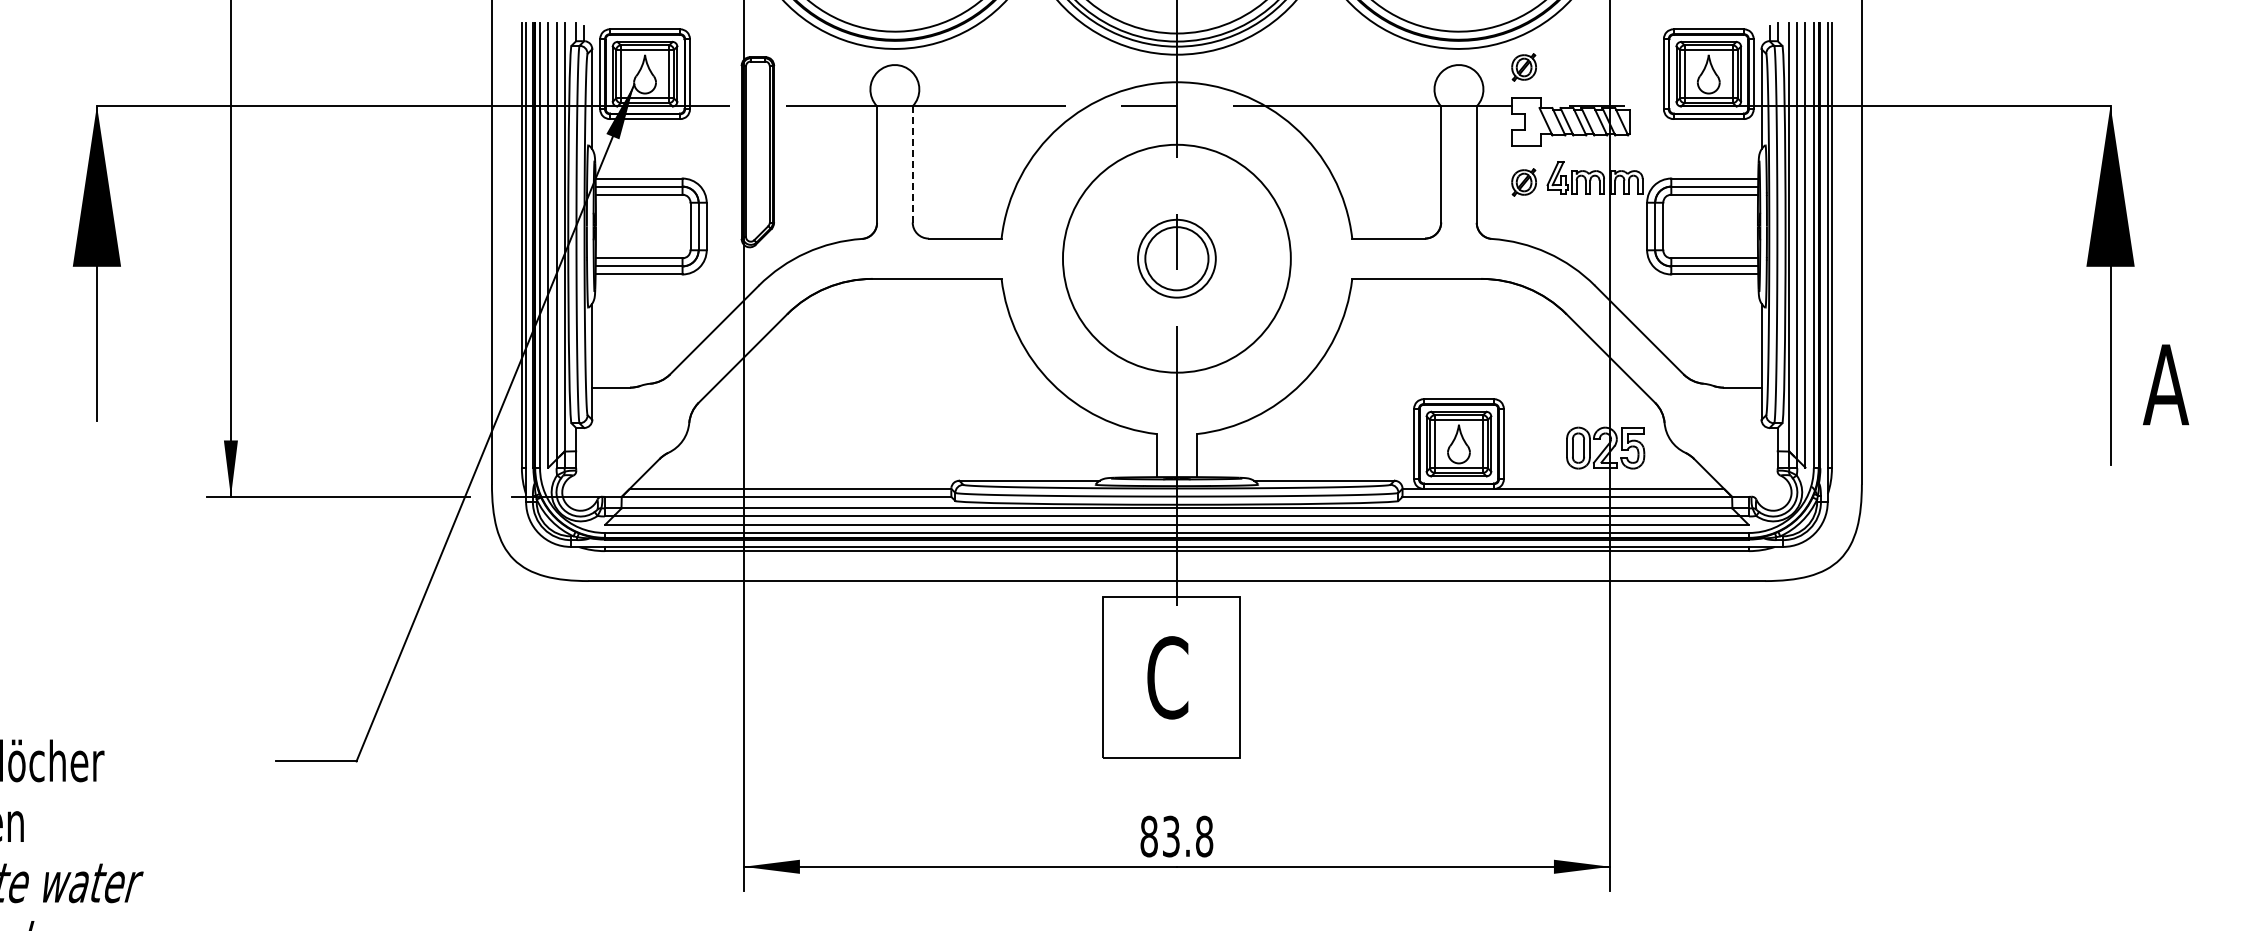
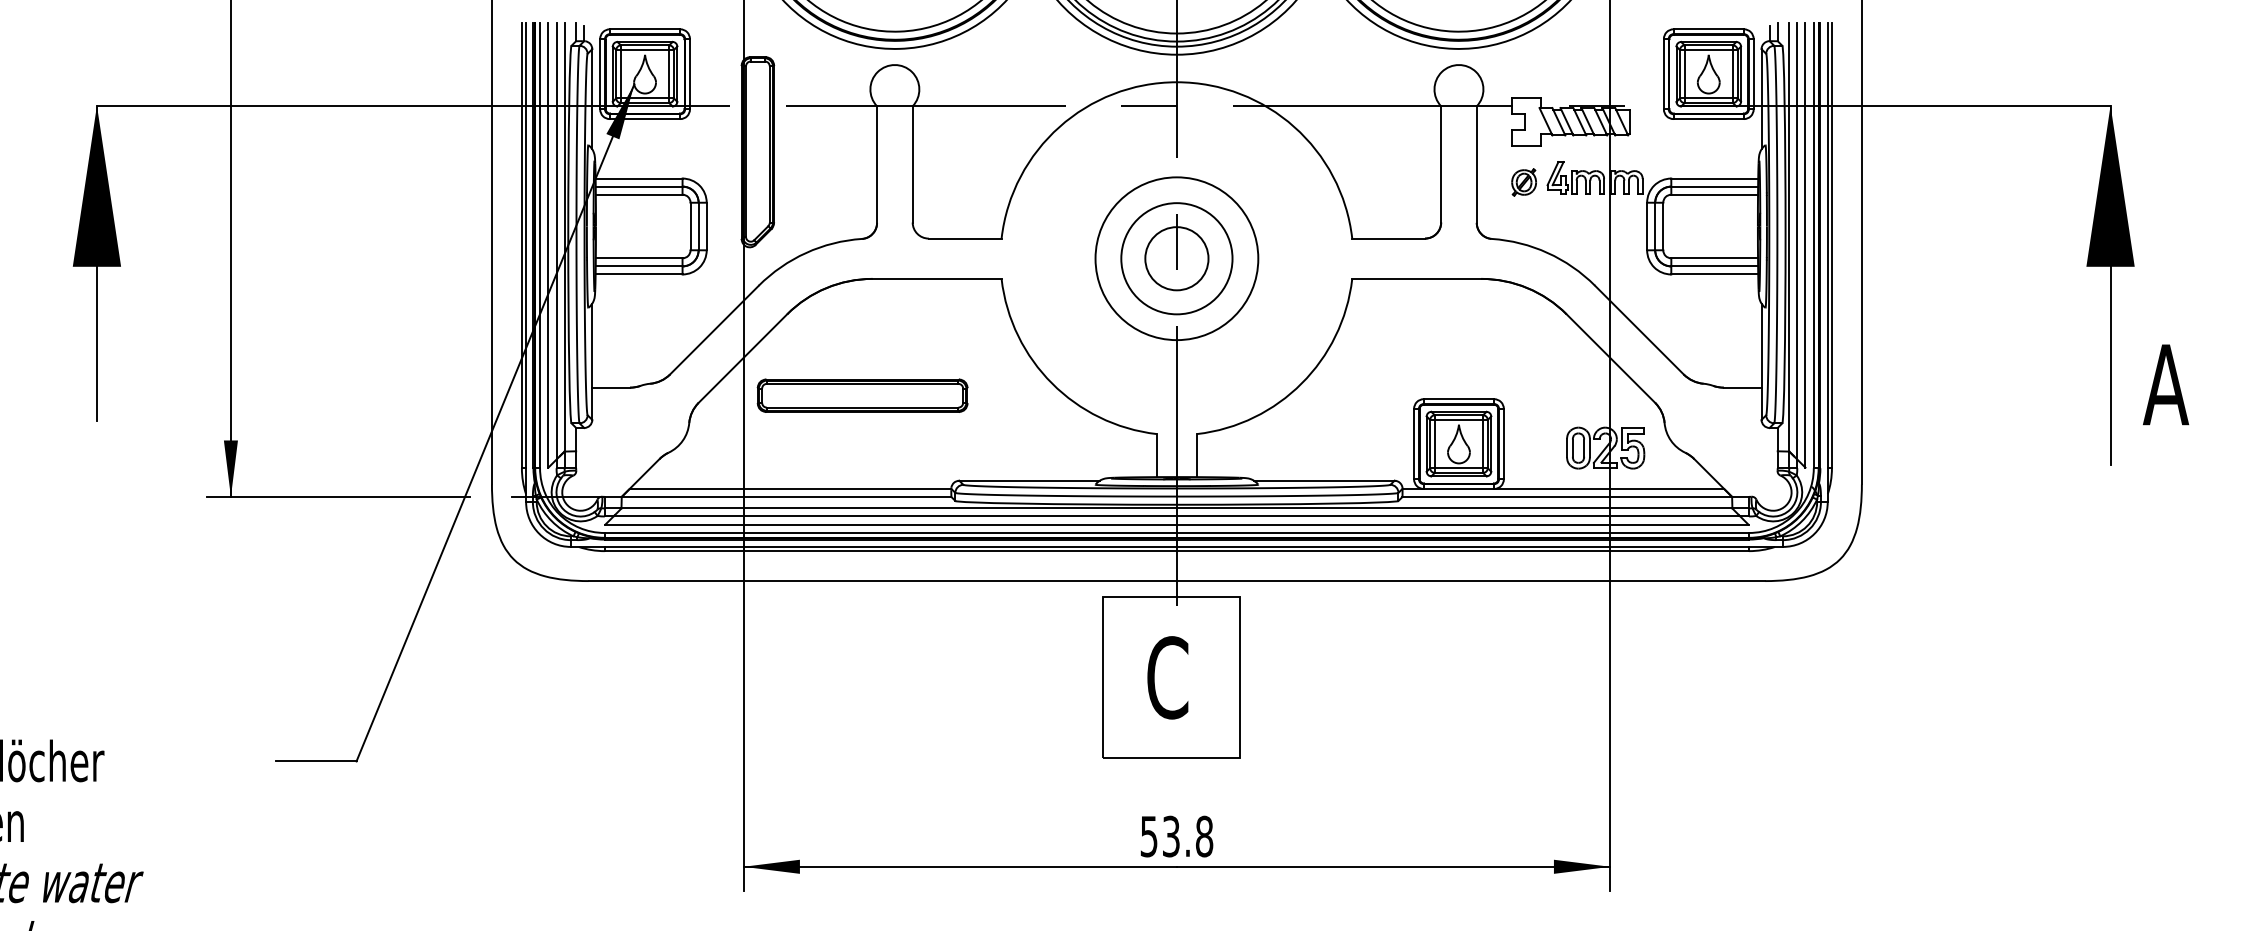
part at (1523, 67): present -> none
line at (912, 163): dashed -> solid
circle at (1176, 258) diameter: 228 px -> 163 px
circle at (1176, 258) diameter: 78 px -> 111 px
part at (862, 395): none -> present
text at (1148, 836): 83.8 -> 53.8
